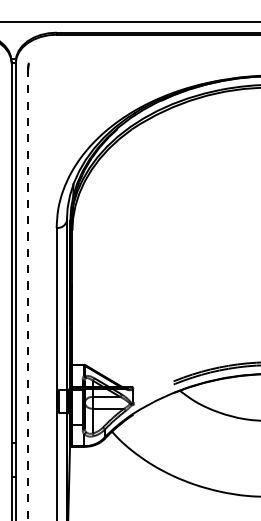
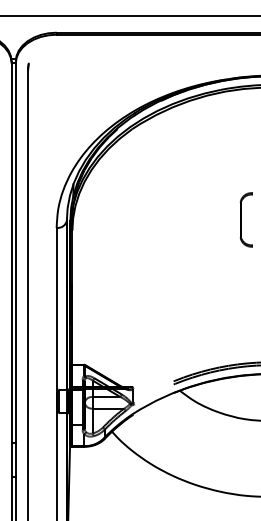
line at (129, 21) position: (129, 21) -> (129, 15)
part at (246, 219): none -> present
line at (28, 294): dashed -> solid
